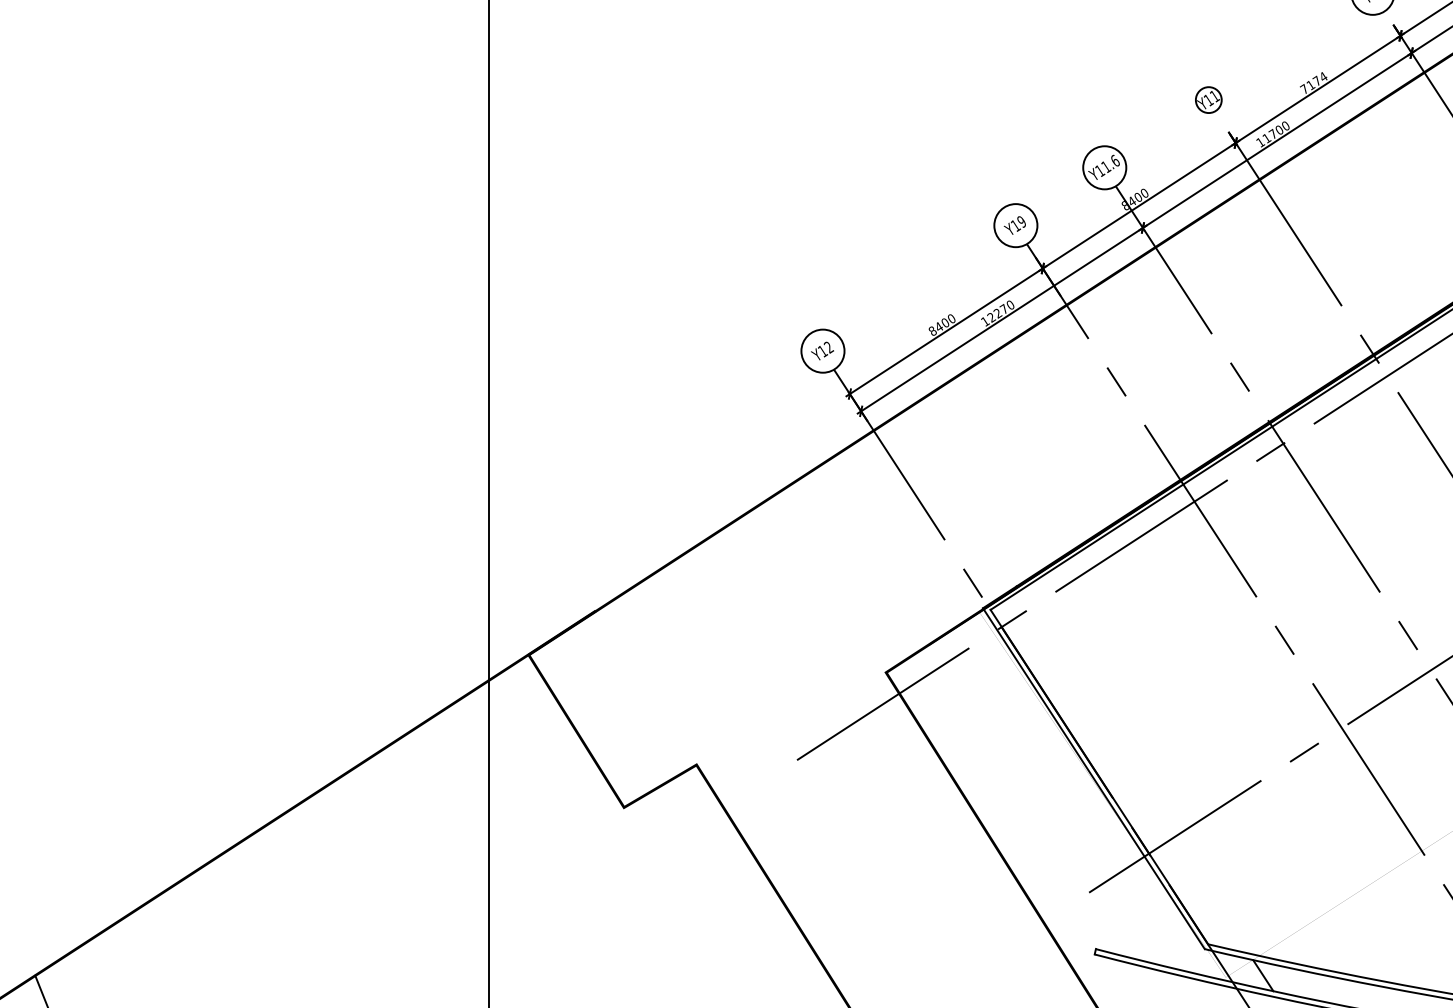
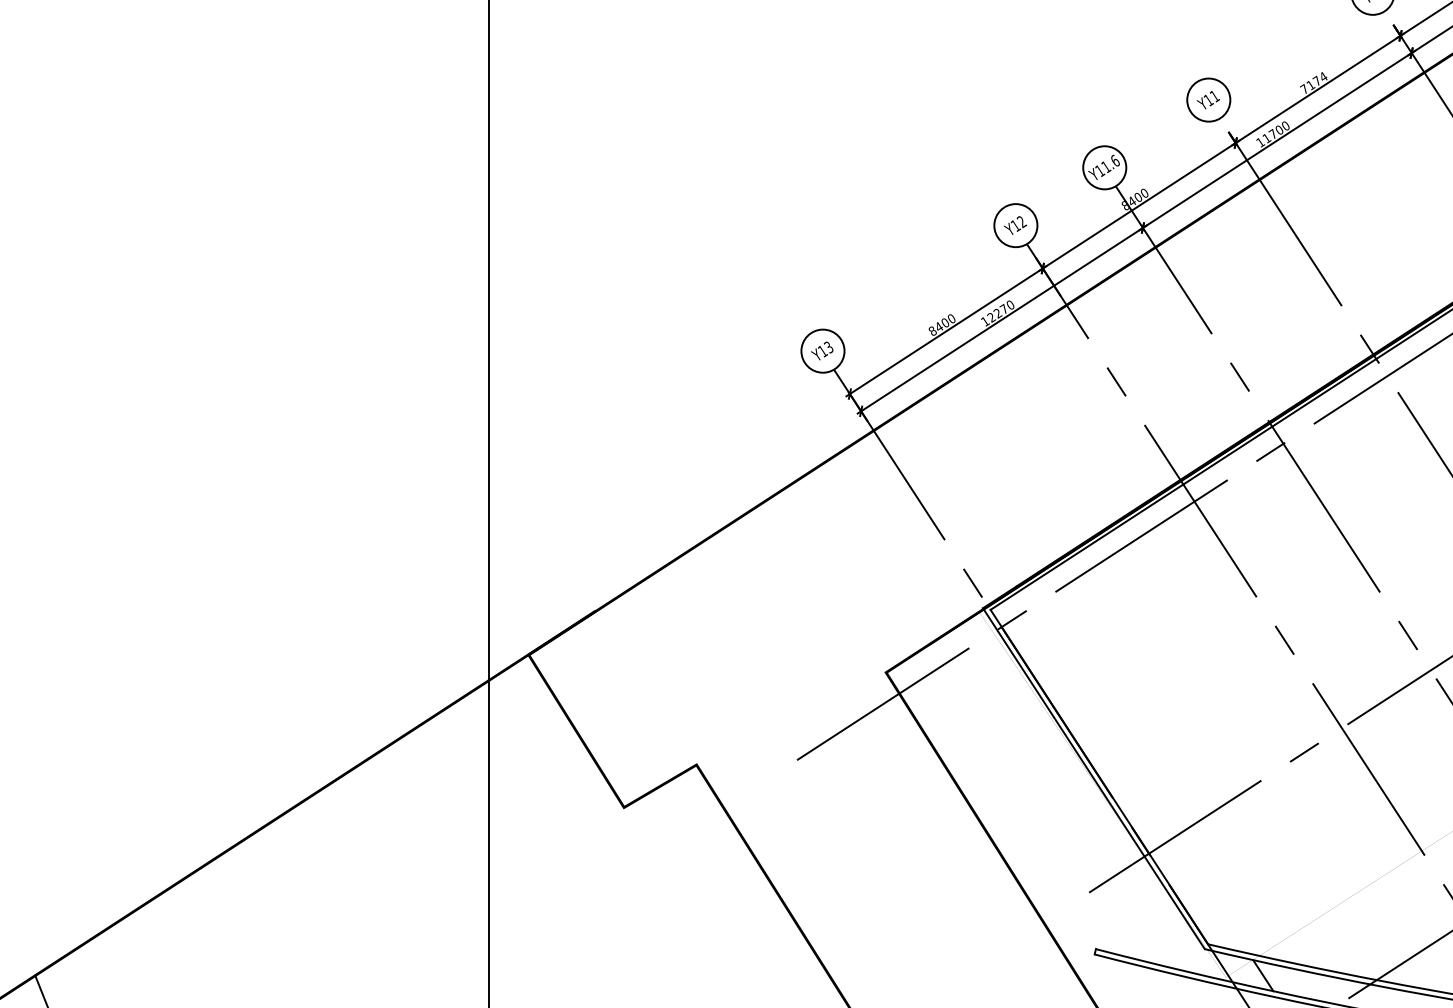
circle at (1208, 100) diameter: 26 px -> 43 px
text at (1021, 222): Y19 -> Y12
text at (828, 347): Y12 -> Y13
line at (1394, 968): none -> present
